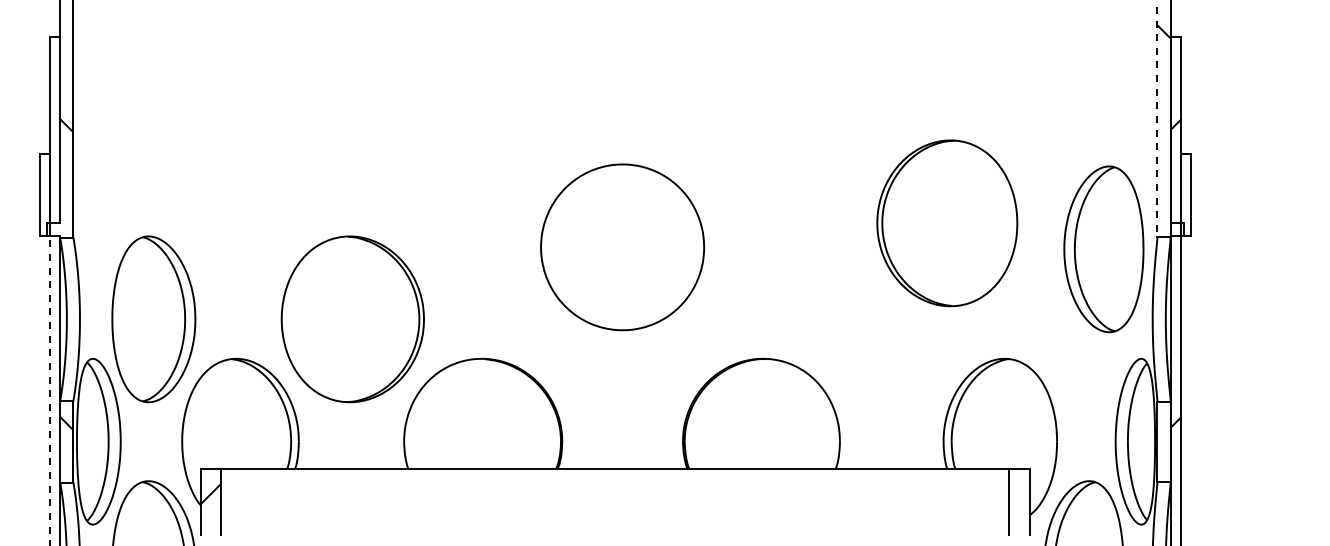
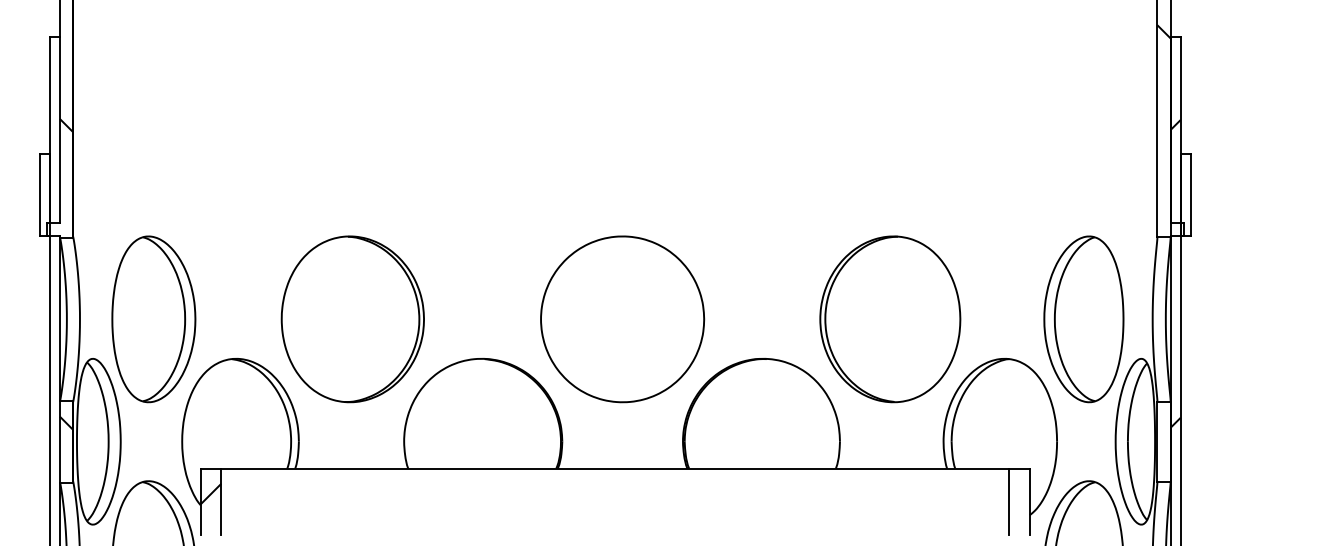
line at (1157, 119): dashed -> solid
part at (947, 223) position: (947, 223) -> (890, 319)
part at (622, 247) position: (622, 247) -> (622, 319)
part at (1103, 249) position: (1103, 249) -> (1083, 319)
line at (49, 390): dashed -> solid
